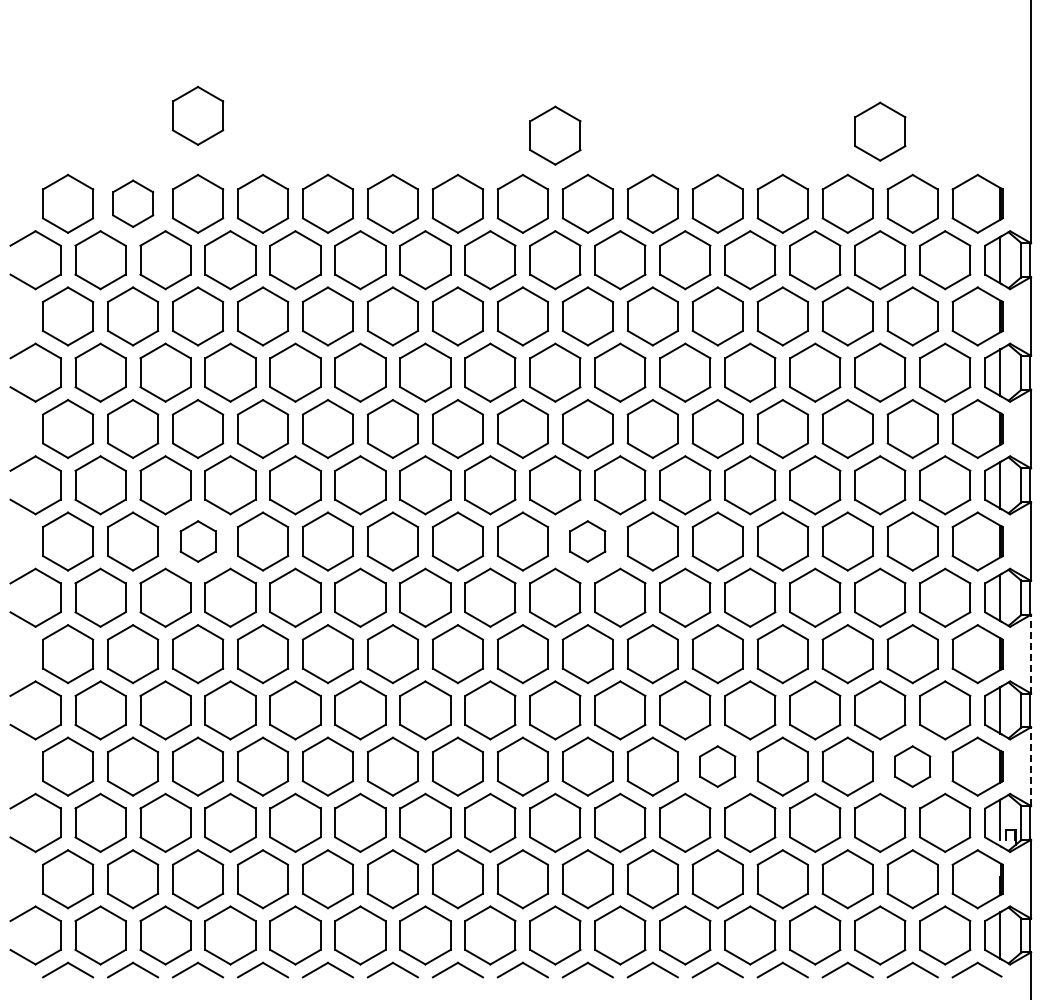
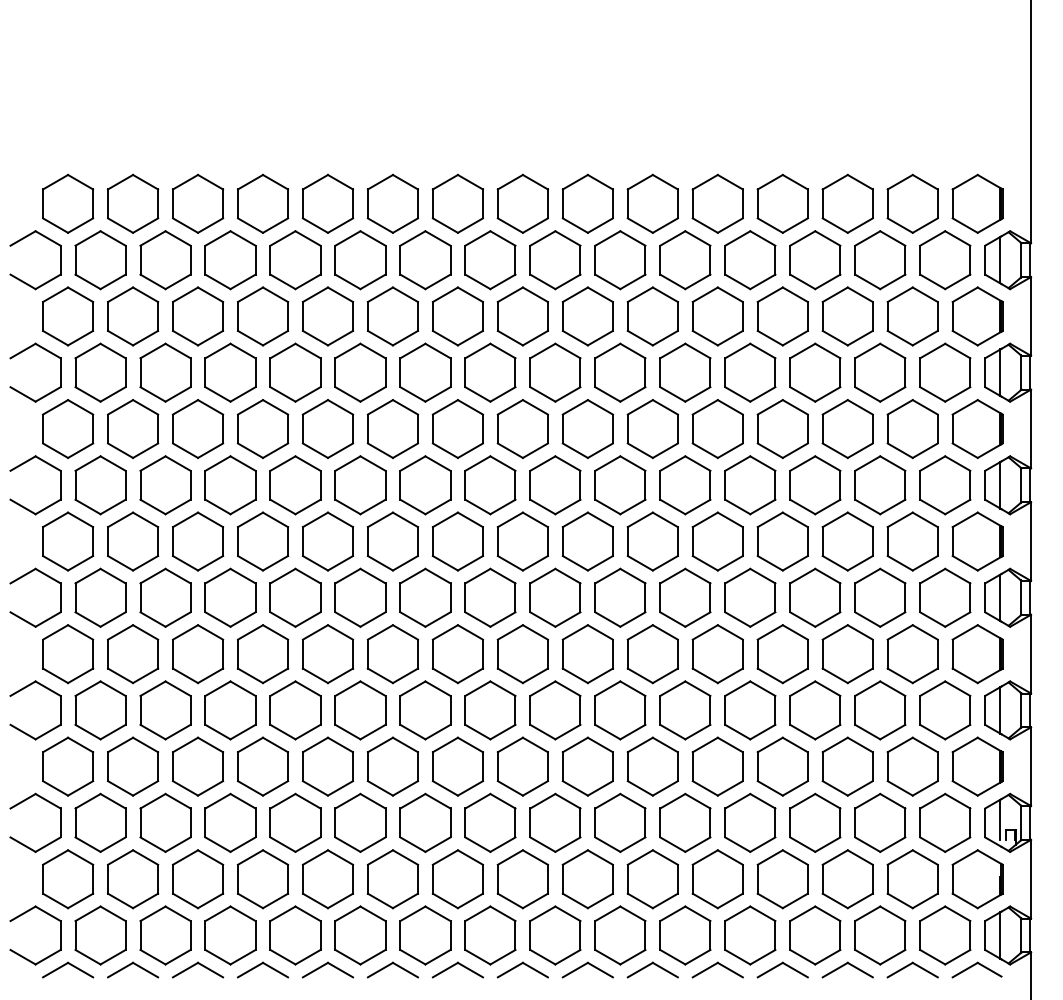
part at (198, 115): present -> none
part at (880, 131): present -> none
part at (555, 135): present -> none
part at (133, 203) size: 43x49 px -> 53x61 px
part at (197, 541) size: 38x43 px -> 53x61 px
part at (587, 541) size: 38x43 px -> 53x61 px
line at (1031, 653): dashed -> solid
part at (717, 766) size: 38x43 px -> 53x61 px
part at (912, 766) size: 38x43 px -> 53x61 px
line at (1031, 766): dashed -> solid
